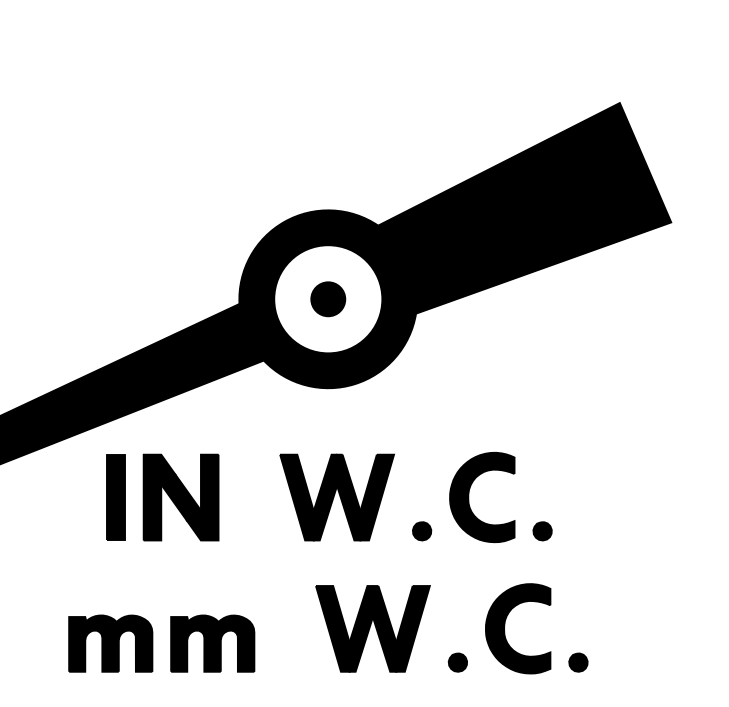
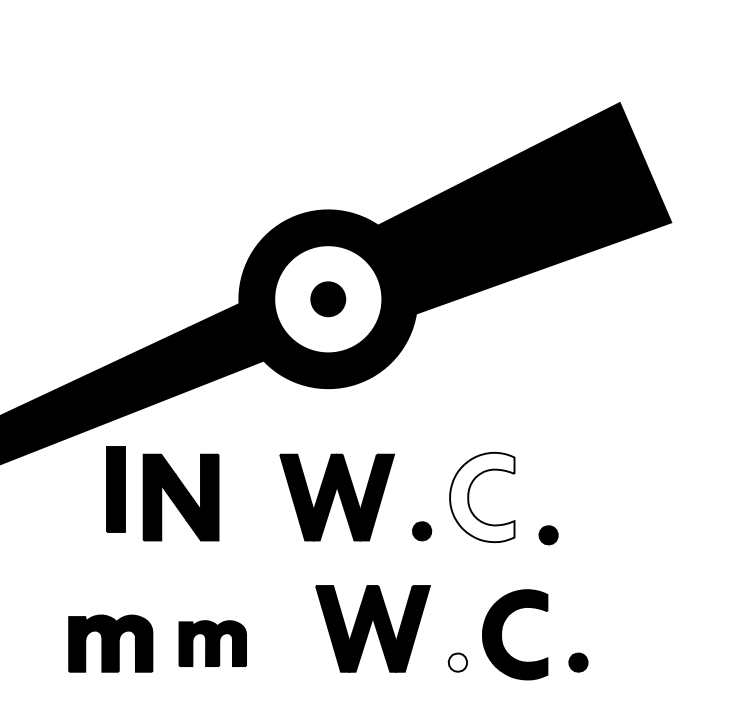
part at (115, 497) position: (115, 497) -> (115, 489)
fill at (482, 497): present -> none
part at (542, 531) position: (542, 531) -> (548, 535)
part at (505, 625) position: (505, 625) -> (502, 631)
part at (212, 643) size: 86x59 px -> 69x47 px
fill at (457, 662): present -> none
